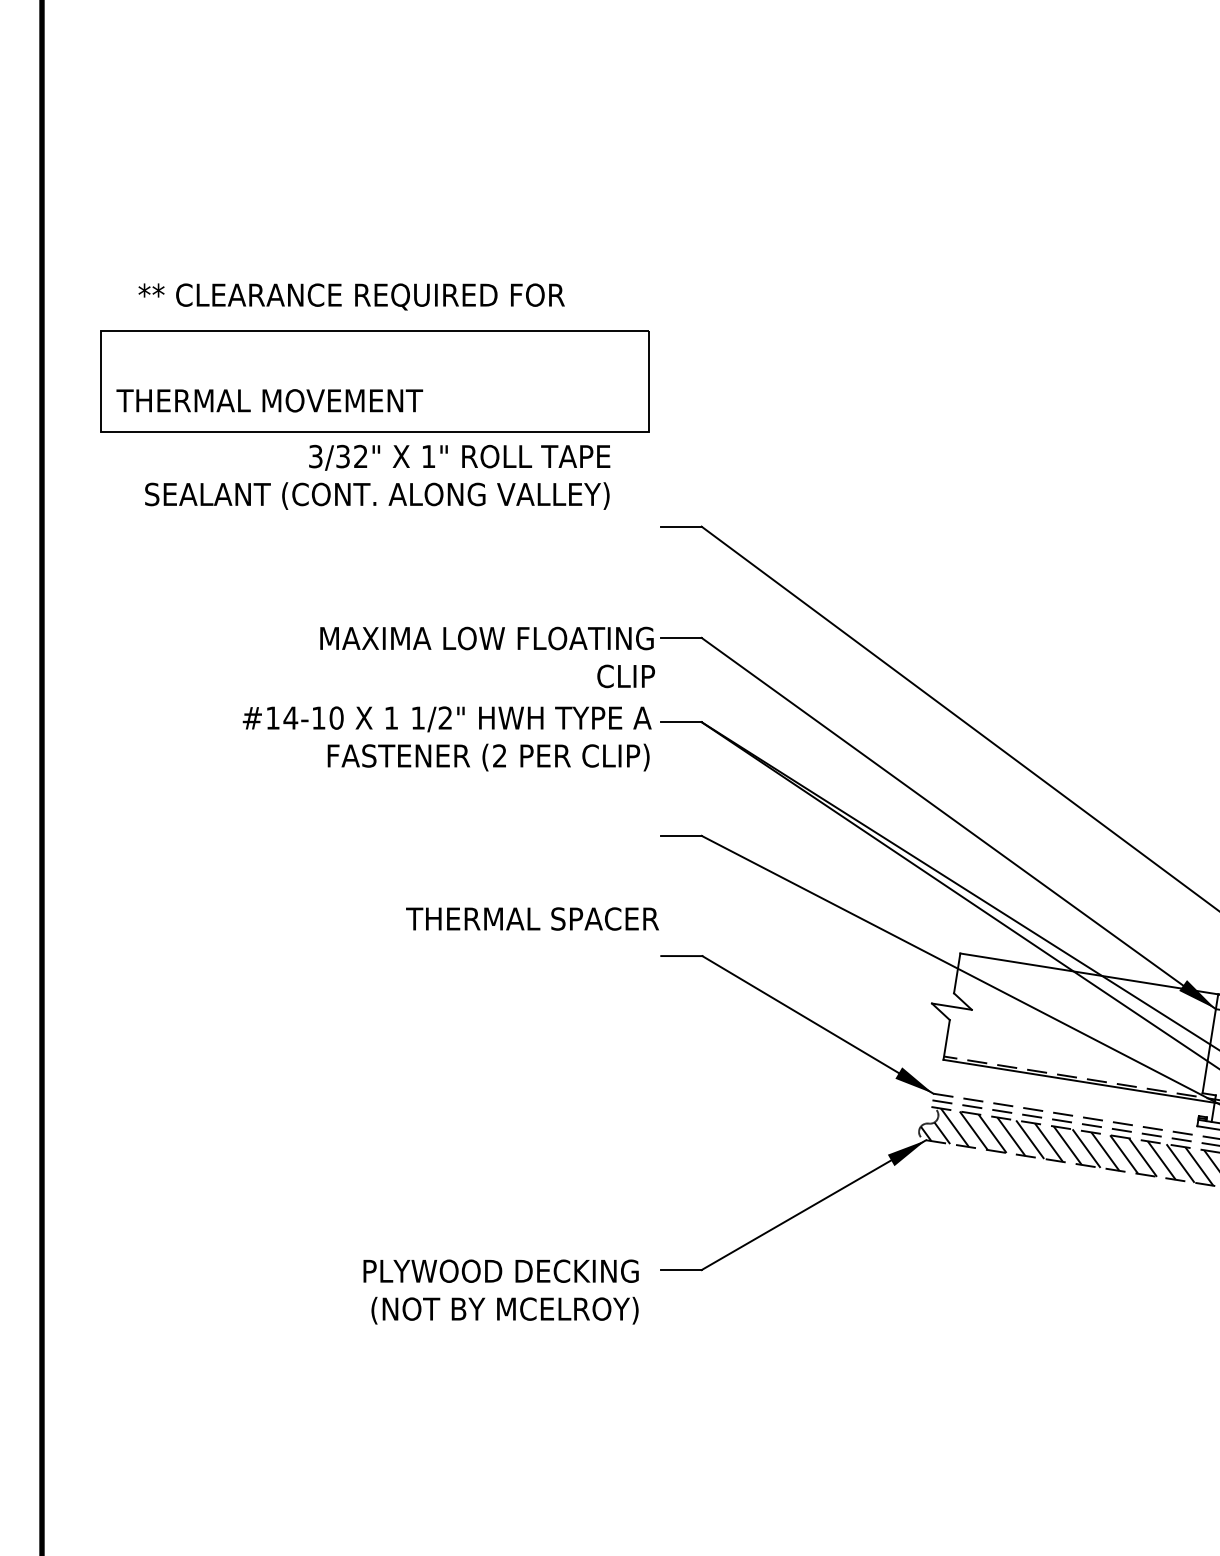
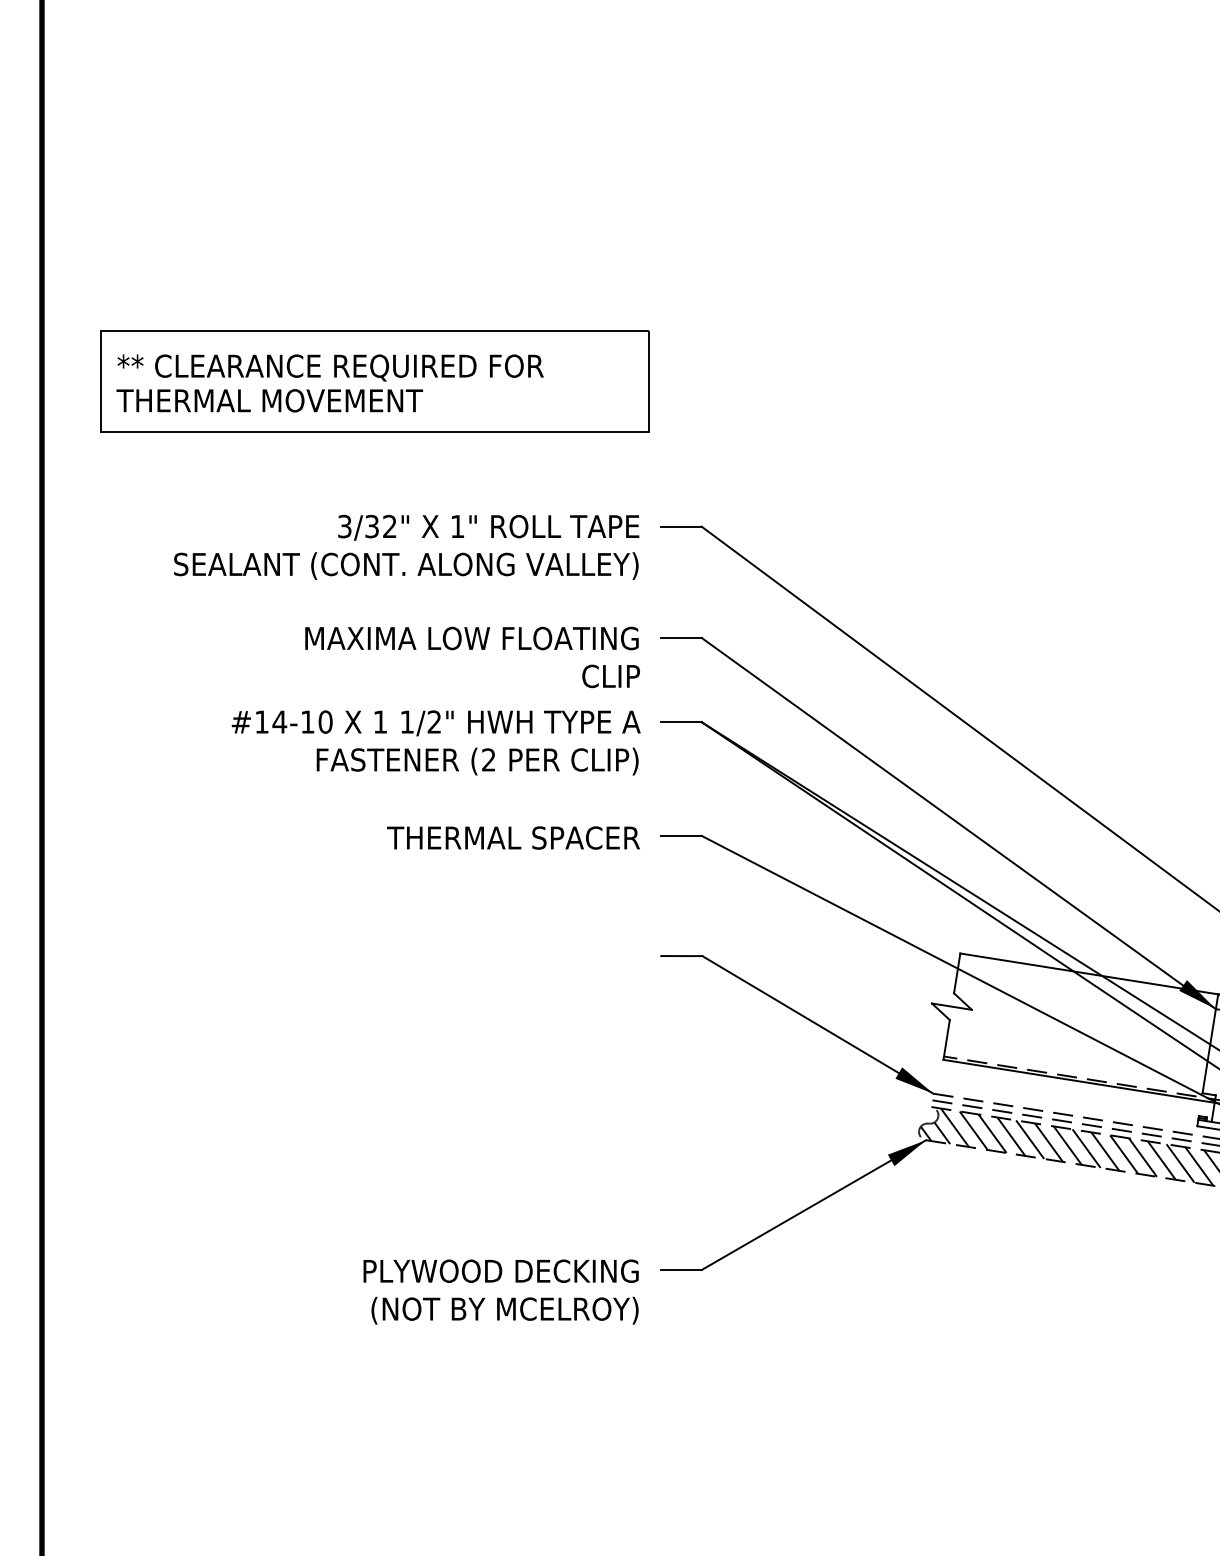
text at (351, 296) position: (351, 296) -> (330, 367)
text at (377, 476) position: (377, 476) -> (406, 546)
text at (487, 657) position: (487, 657) -> (472, 657)
text at (446, 738) position: (446, 738) -> (435, 742)
text at (532, 918) position: (532, 918) -> (513, 837)
